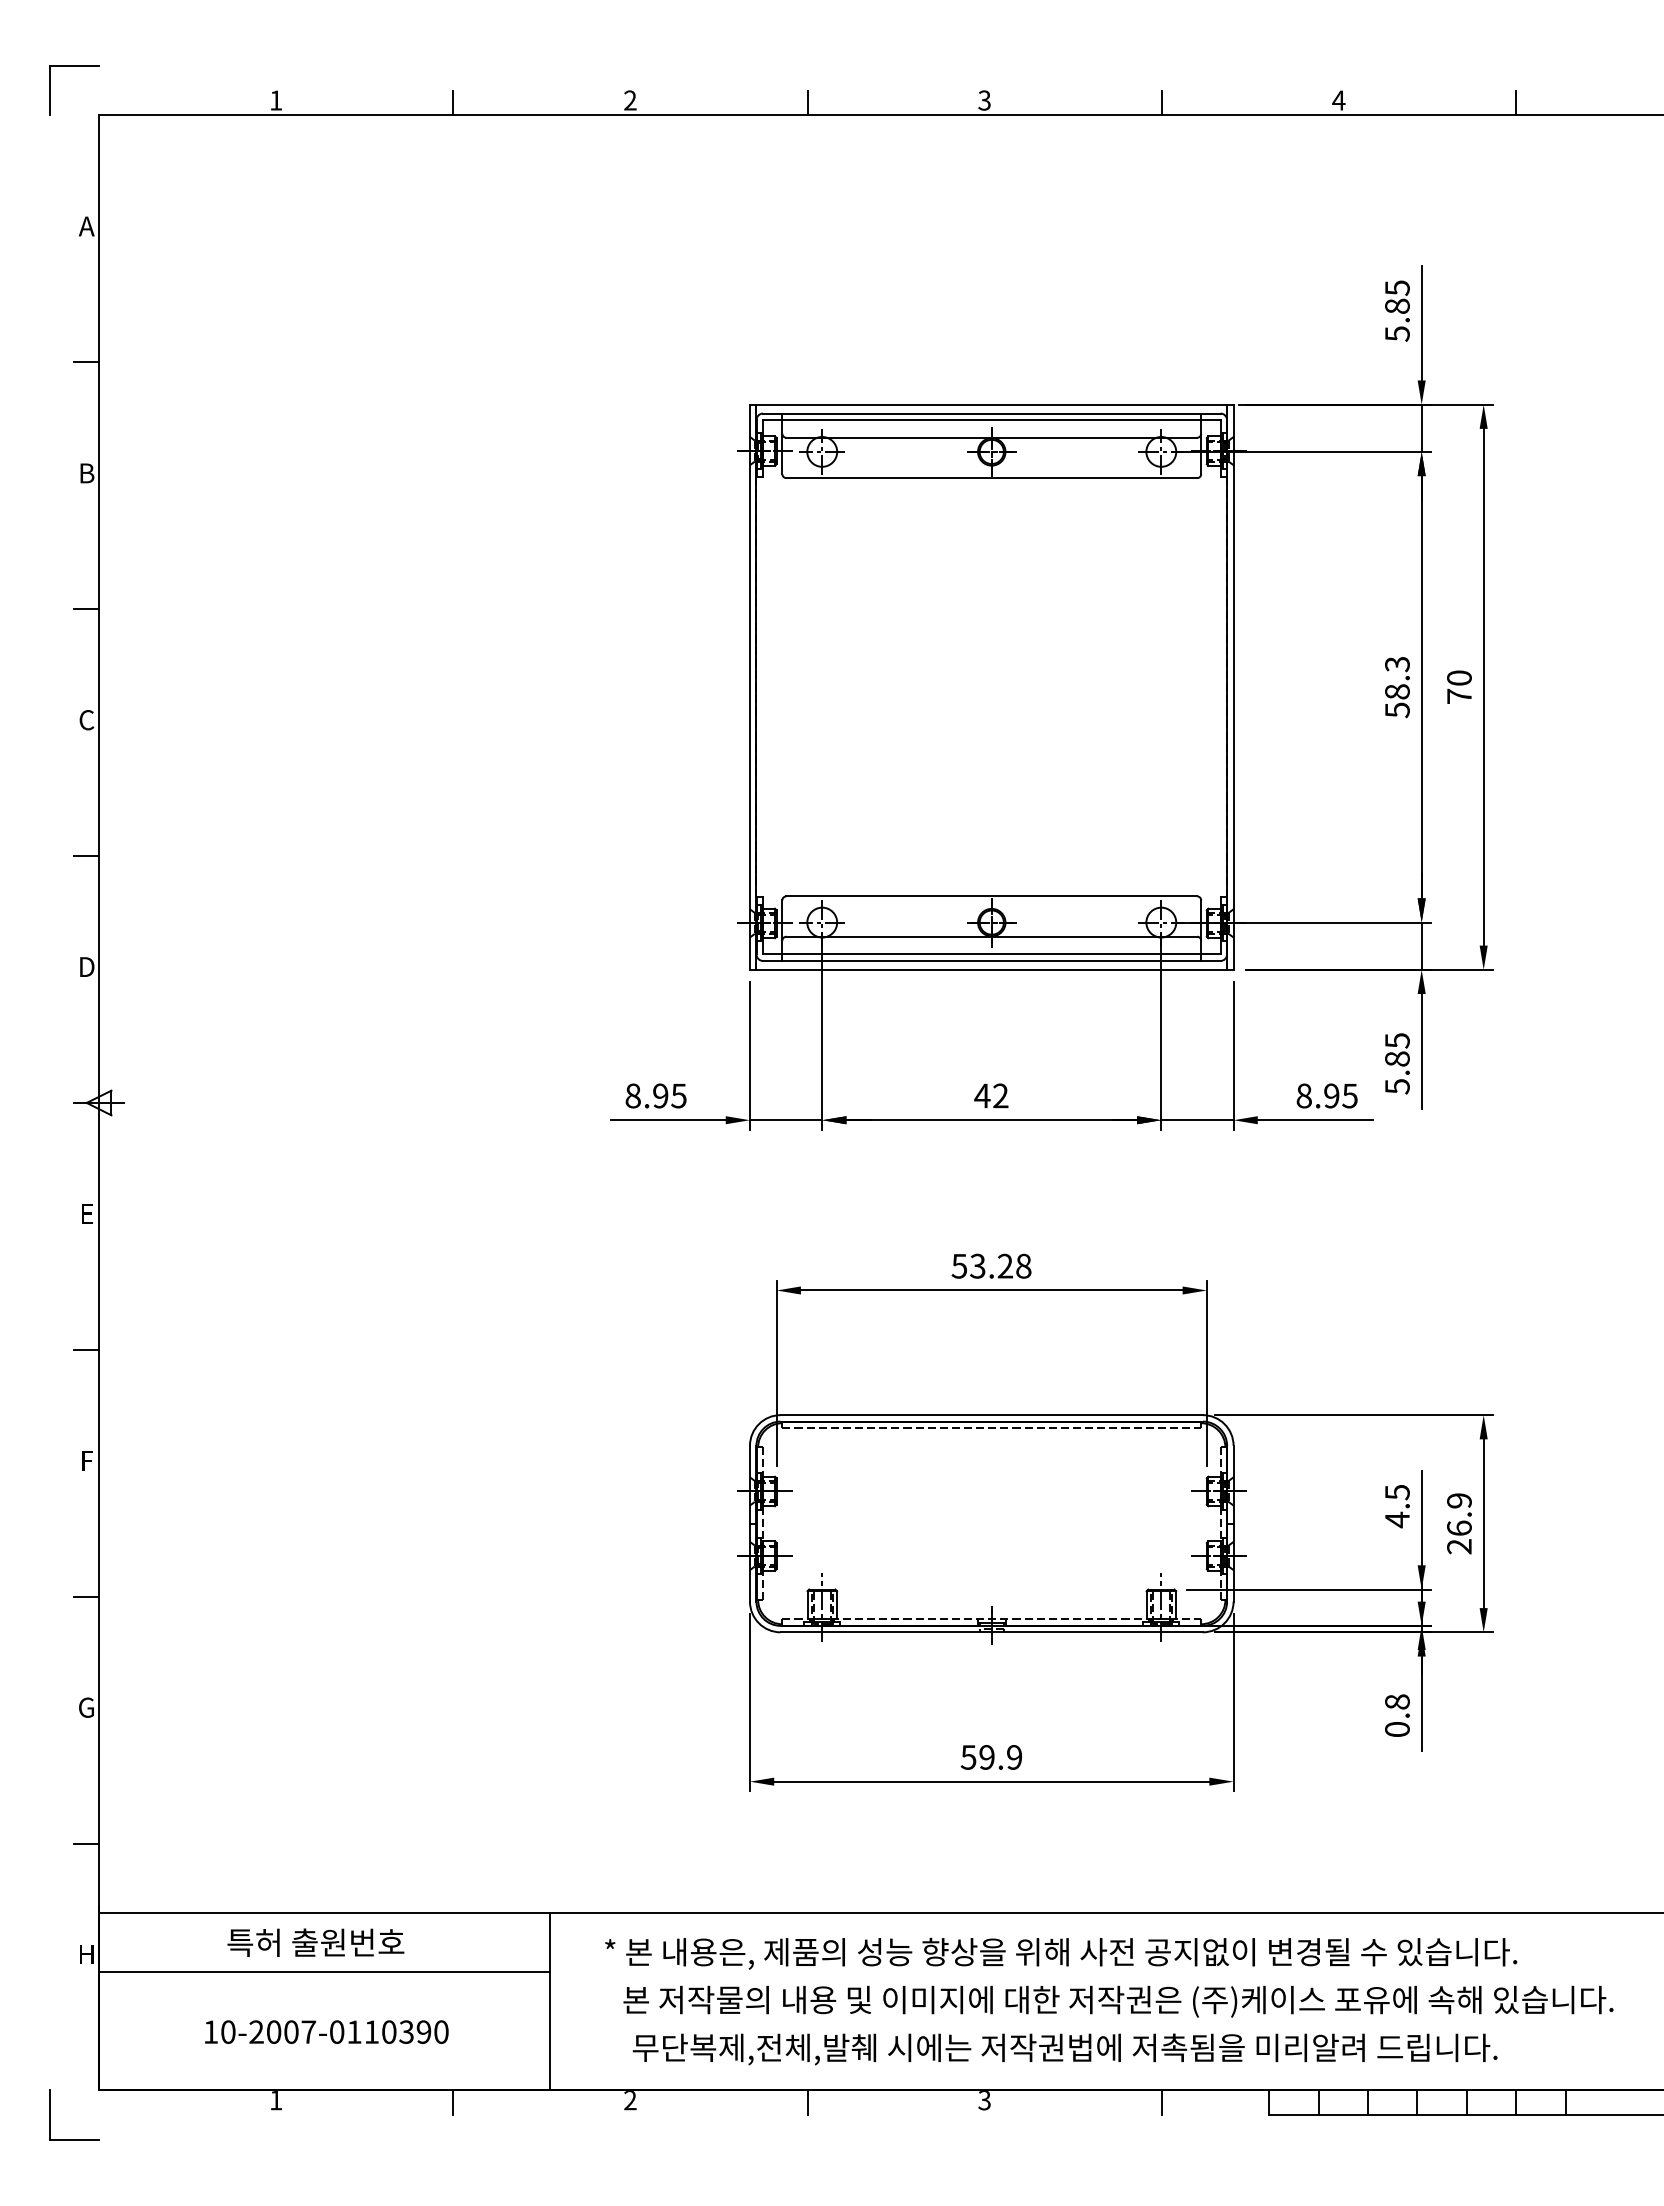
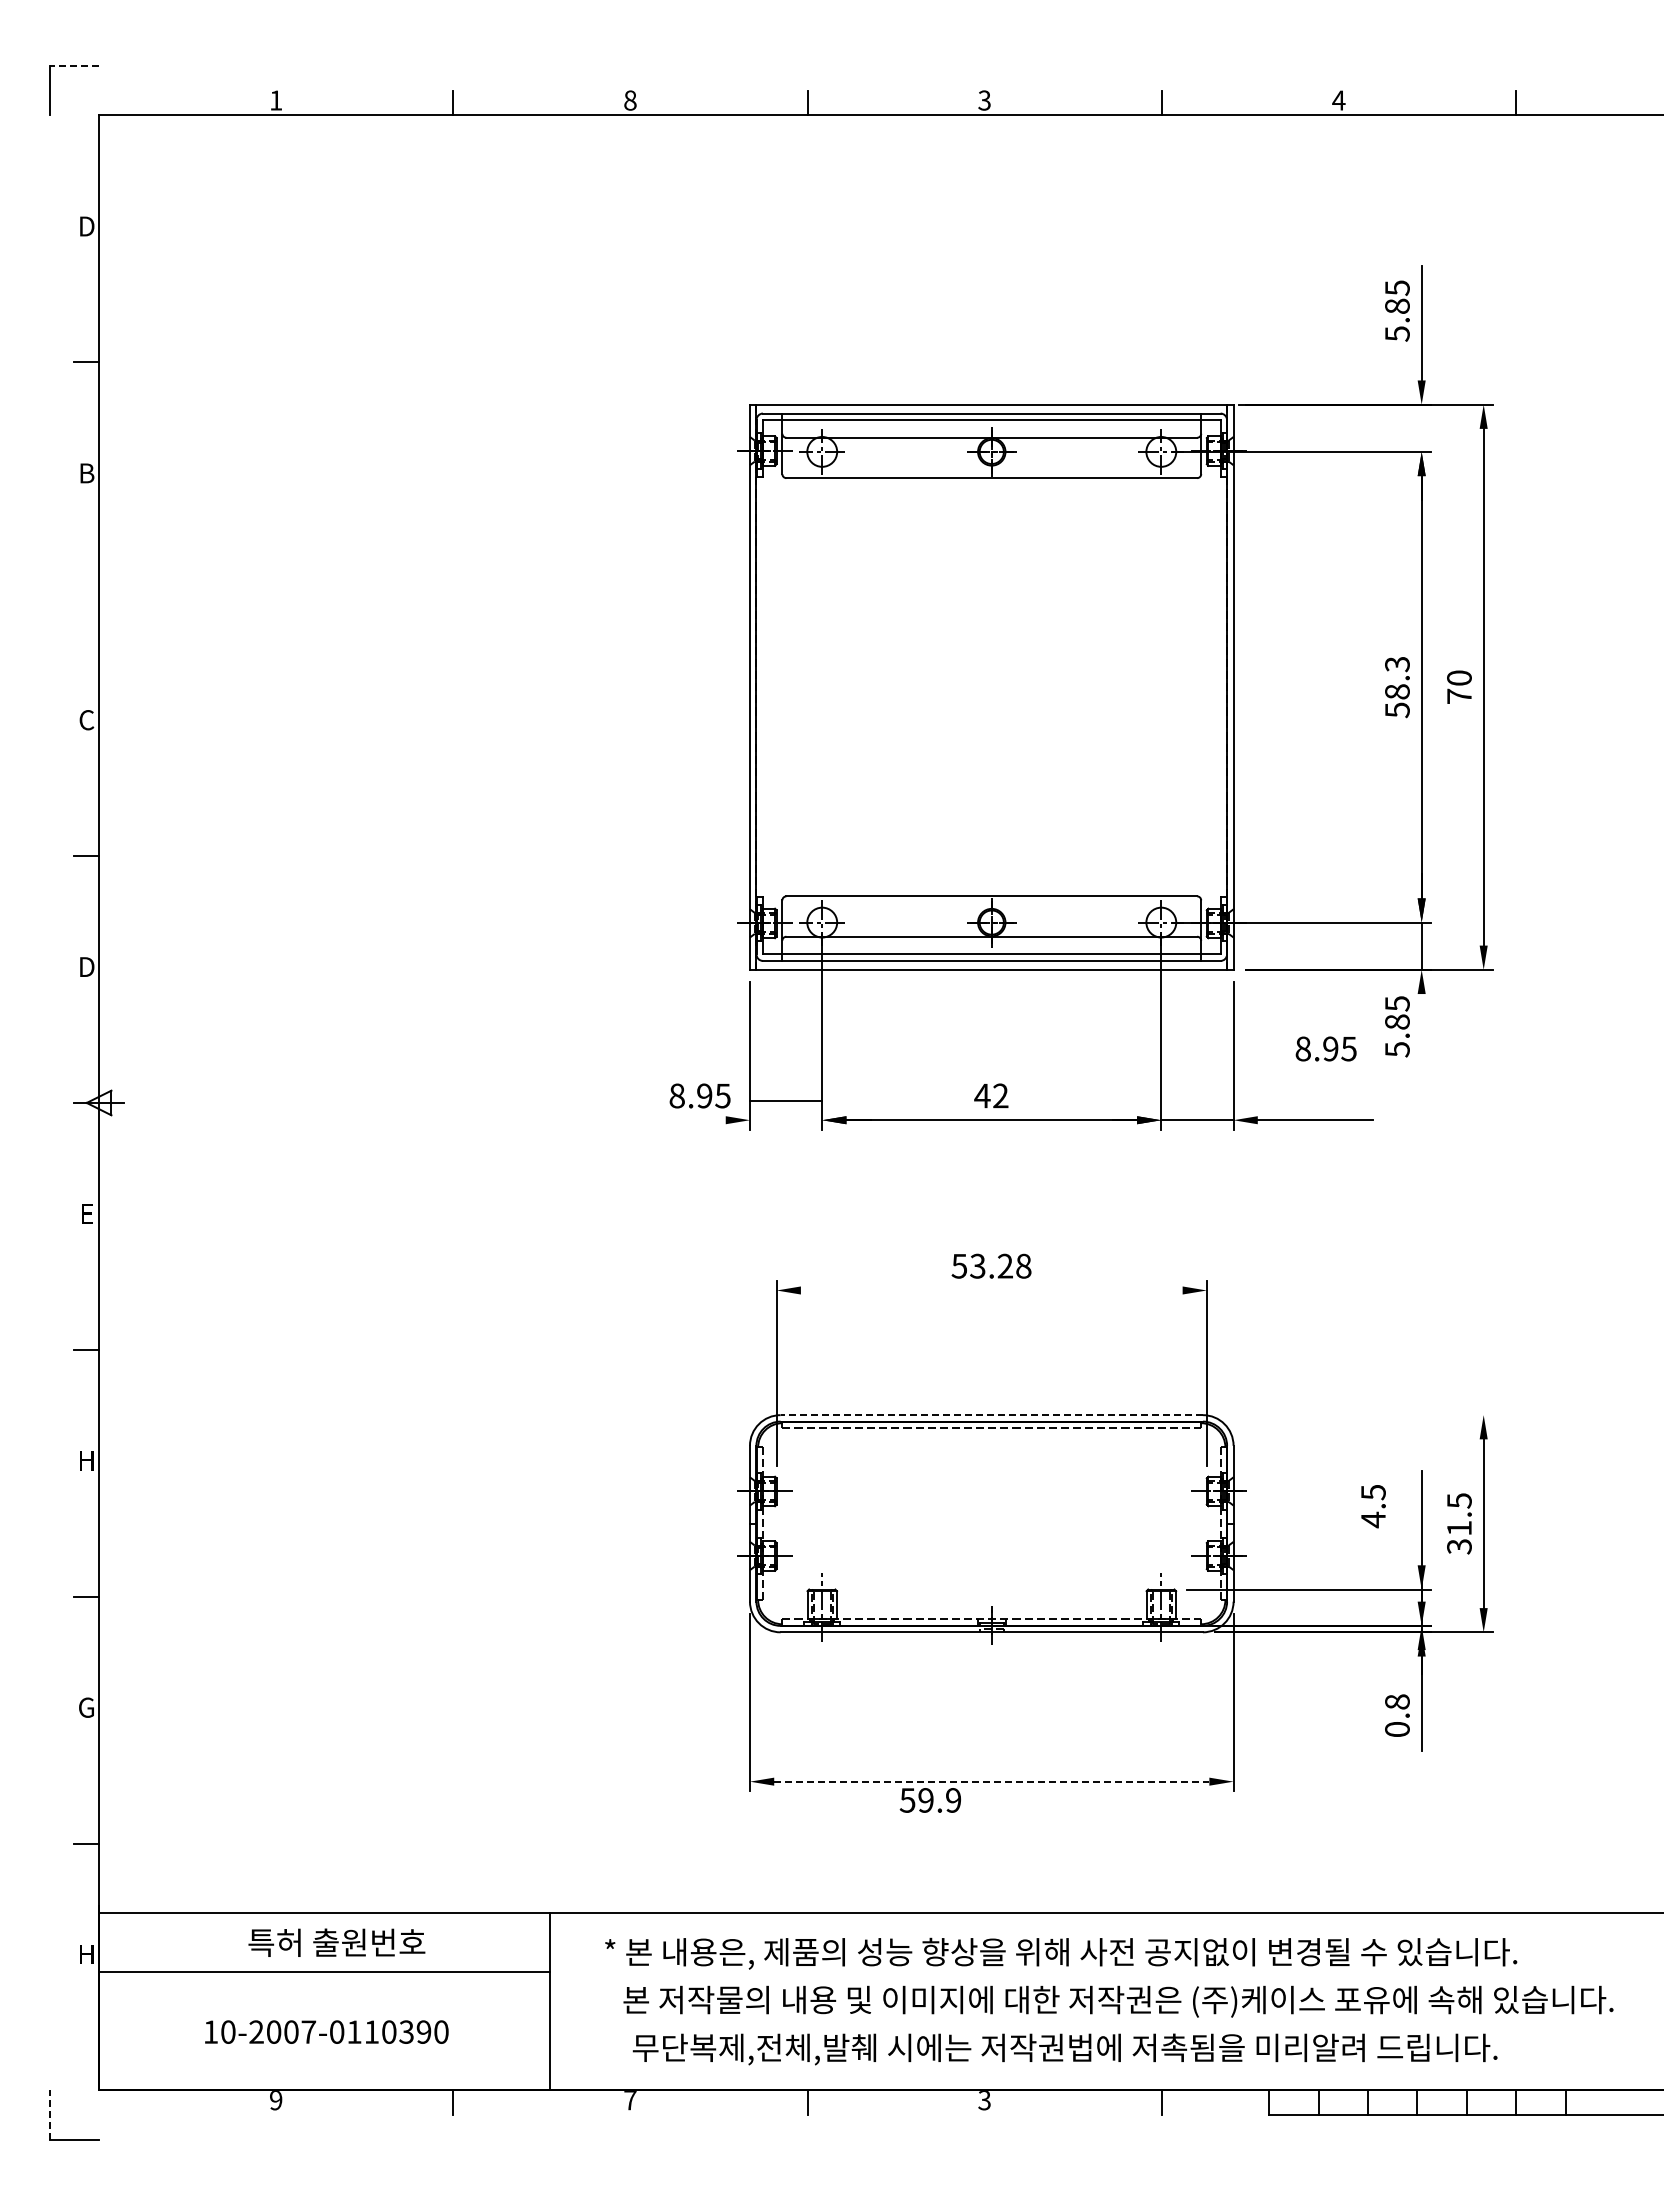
line at (74, 66): solid -> dashed
text at (630, 100): 2 -> 8
text at (86, 226): A -> D
line at (1421, 427): present -> none
line at (86, 609): present -> none
line at (1421, 1051): present -> none
text at (1397, 1063) position: (1397, 1063) -> (1397, 1026)
text at (655, 1095) position: (655, 1095) -> (699, 1095)
text at (1326, 1095) position: (1326, 1095) -> (1325, 1048)
line at (667, 1120): present -> none
line at (785, 1120) position: (785, 1120) -> (785, 1101)
line at (991, 1290): present -> none
line at (991, 1415): solid -> dashed
line at (1354, 1415): present -> none
text at (86, 1460): F -> H
text at (1397, 1506) position: (1397, 1506) -> (1373, 1506)
text at (1459, 1523): 26.9 -> 31.5
text at (990, 1757) position: (990, 1757) -> (929, 1800)
line at (991, 1781): solid -> dashed
text at (315, 1942) position: (315, 1942) -> (336, 1942)
text at (276, 2100): 1 -> 9
text at (630, 2100): 2 -> 7
line at (49, 2115): solid -> dashed
